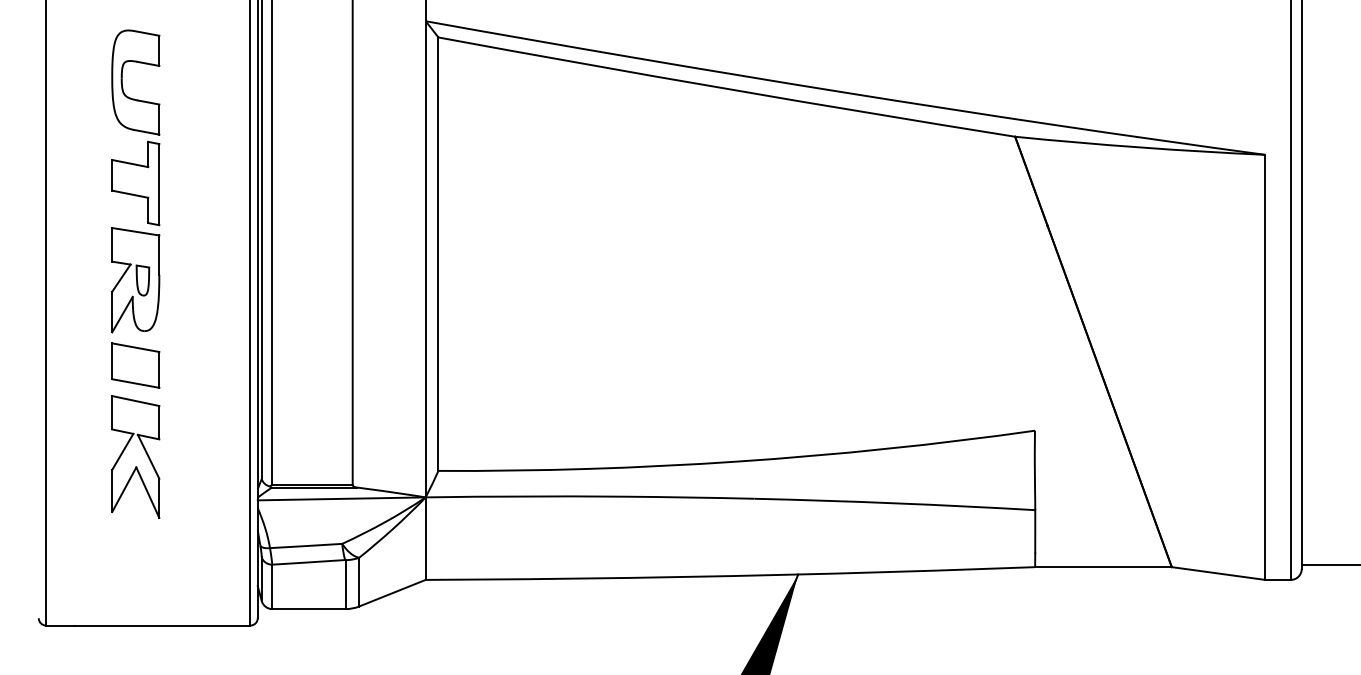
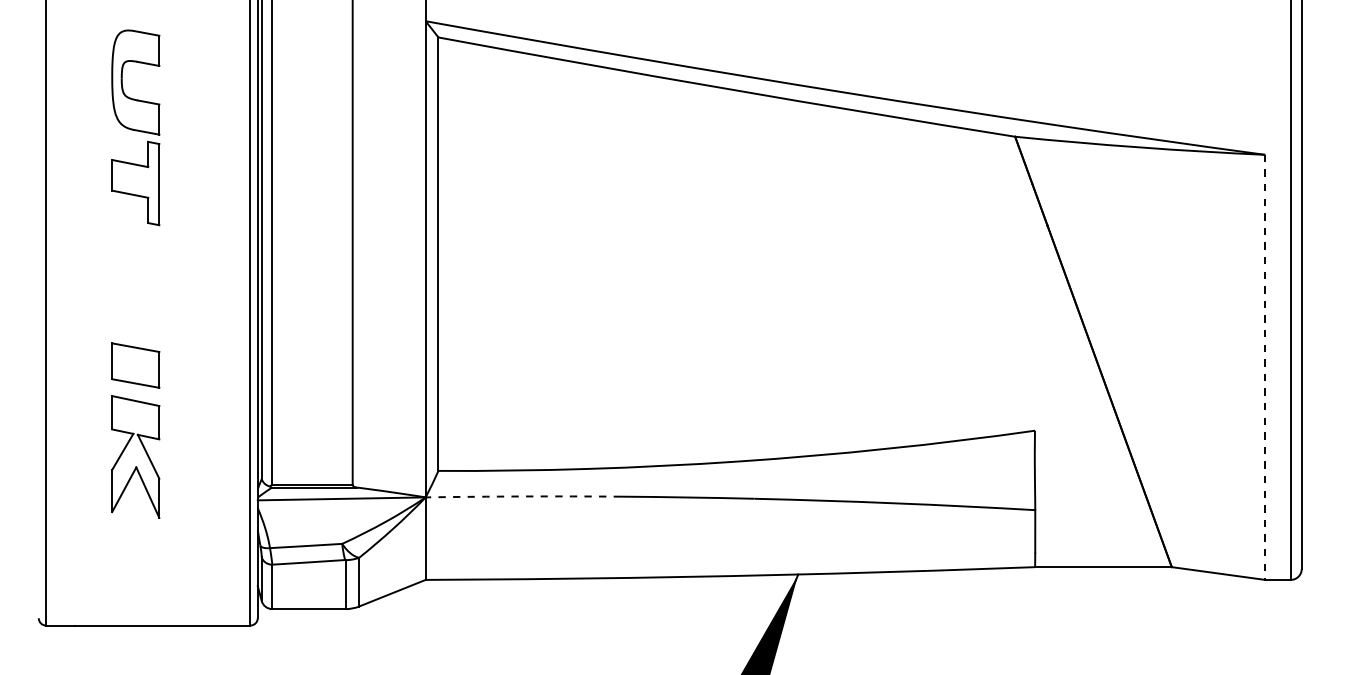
part at (135, 280): present -> none
line at (1265, 367): solid -> dashed
arc at (523, 496): solid -> dashed
line at (1329, 565): present -> none
